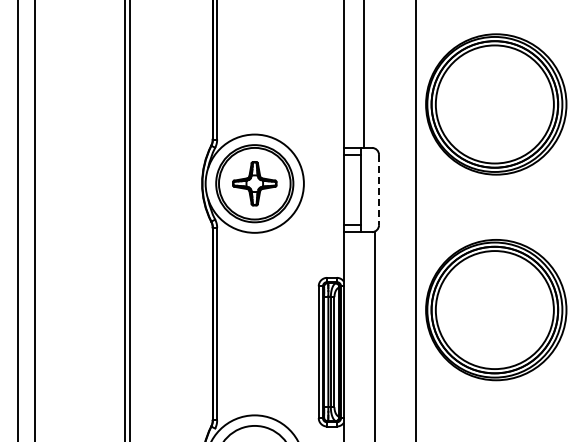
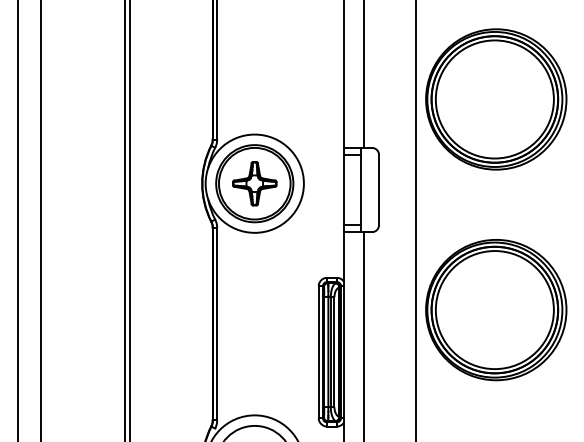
part at (496, 104) position: (496, 104) -> (496, 99)
line at (379, 190): dashed -> solid
line at (34, 220) position: (34, 220) -> (40, 220)
line at (374, 335) position: (374, 335) -> (363, 335)
